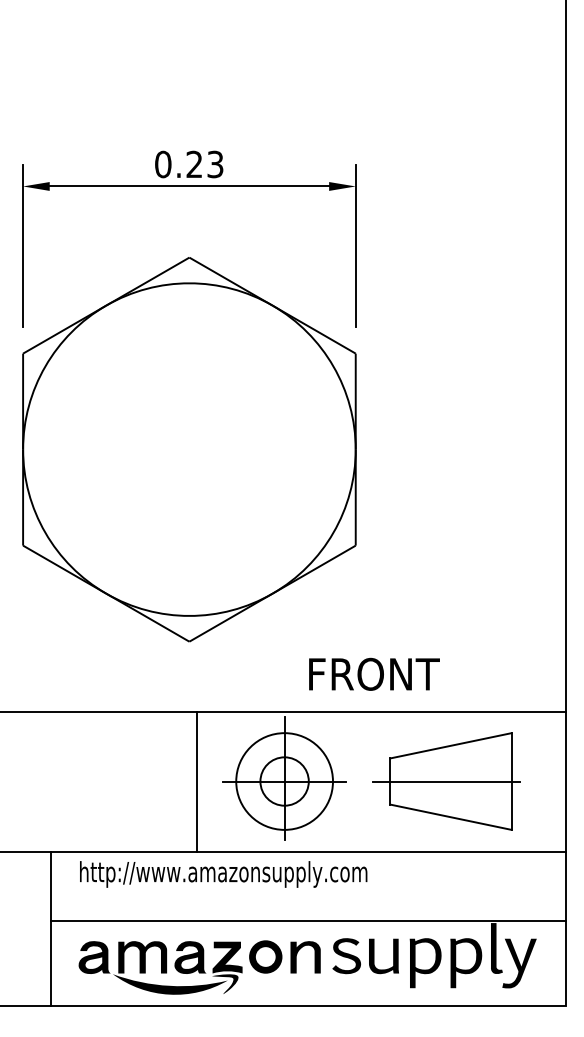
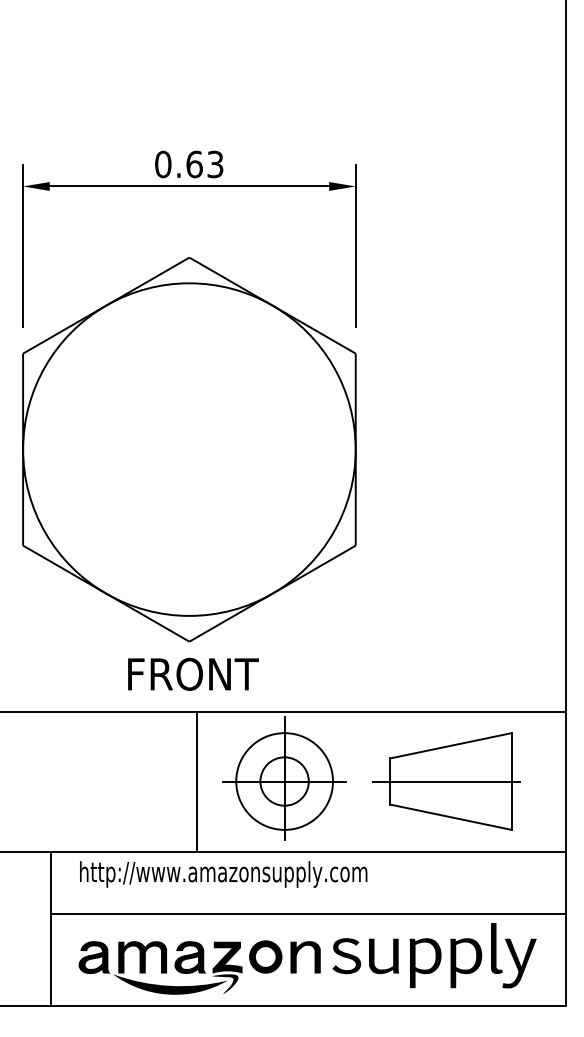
text at (194, 164): 0.23 -> 0.63
text at (374, 673) position: (374, 673) -> (193, 673)
line at (308, 921) position: (308, 921) -> (308, 914)
